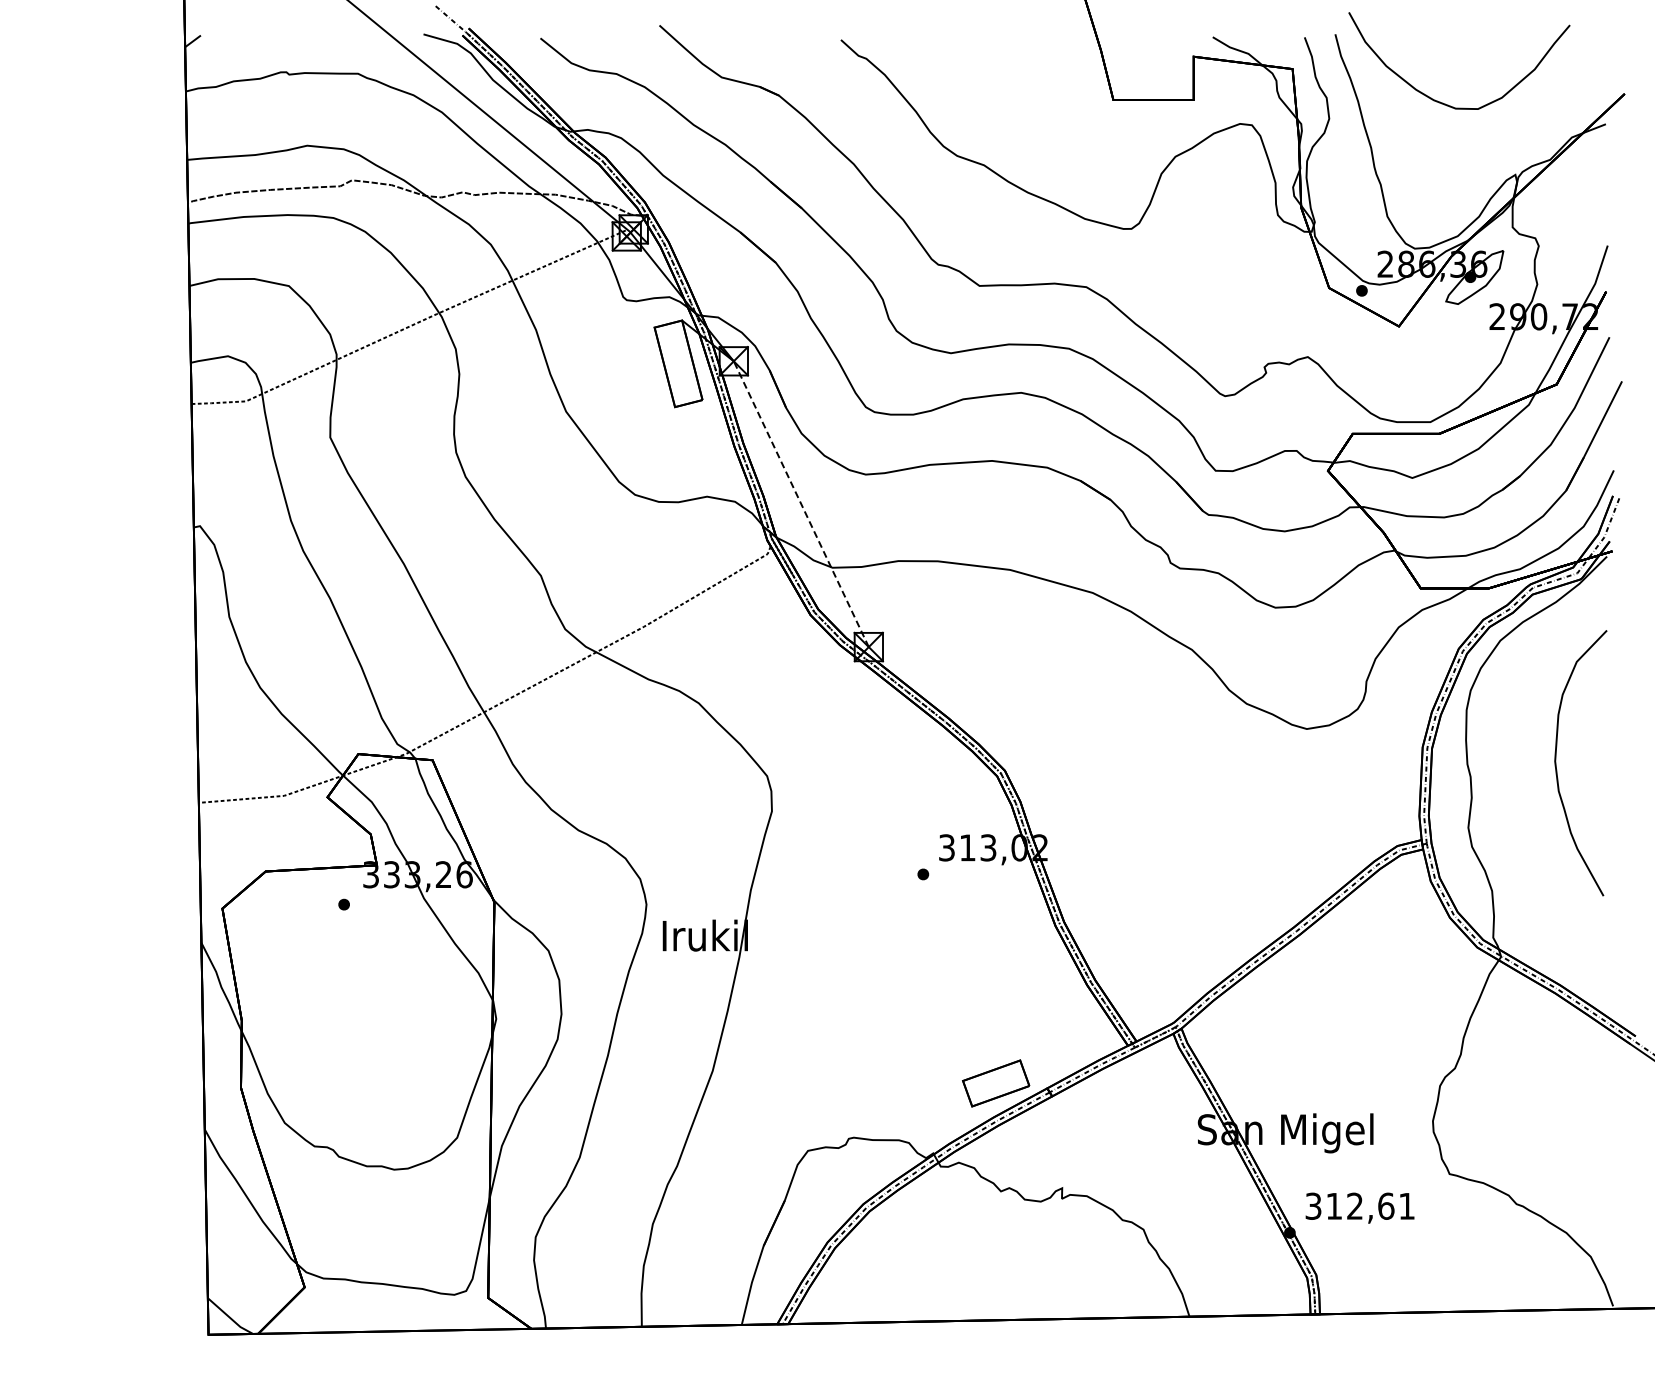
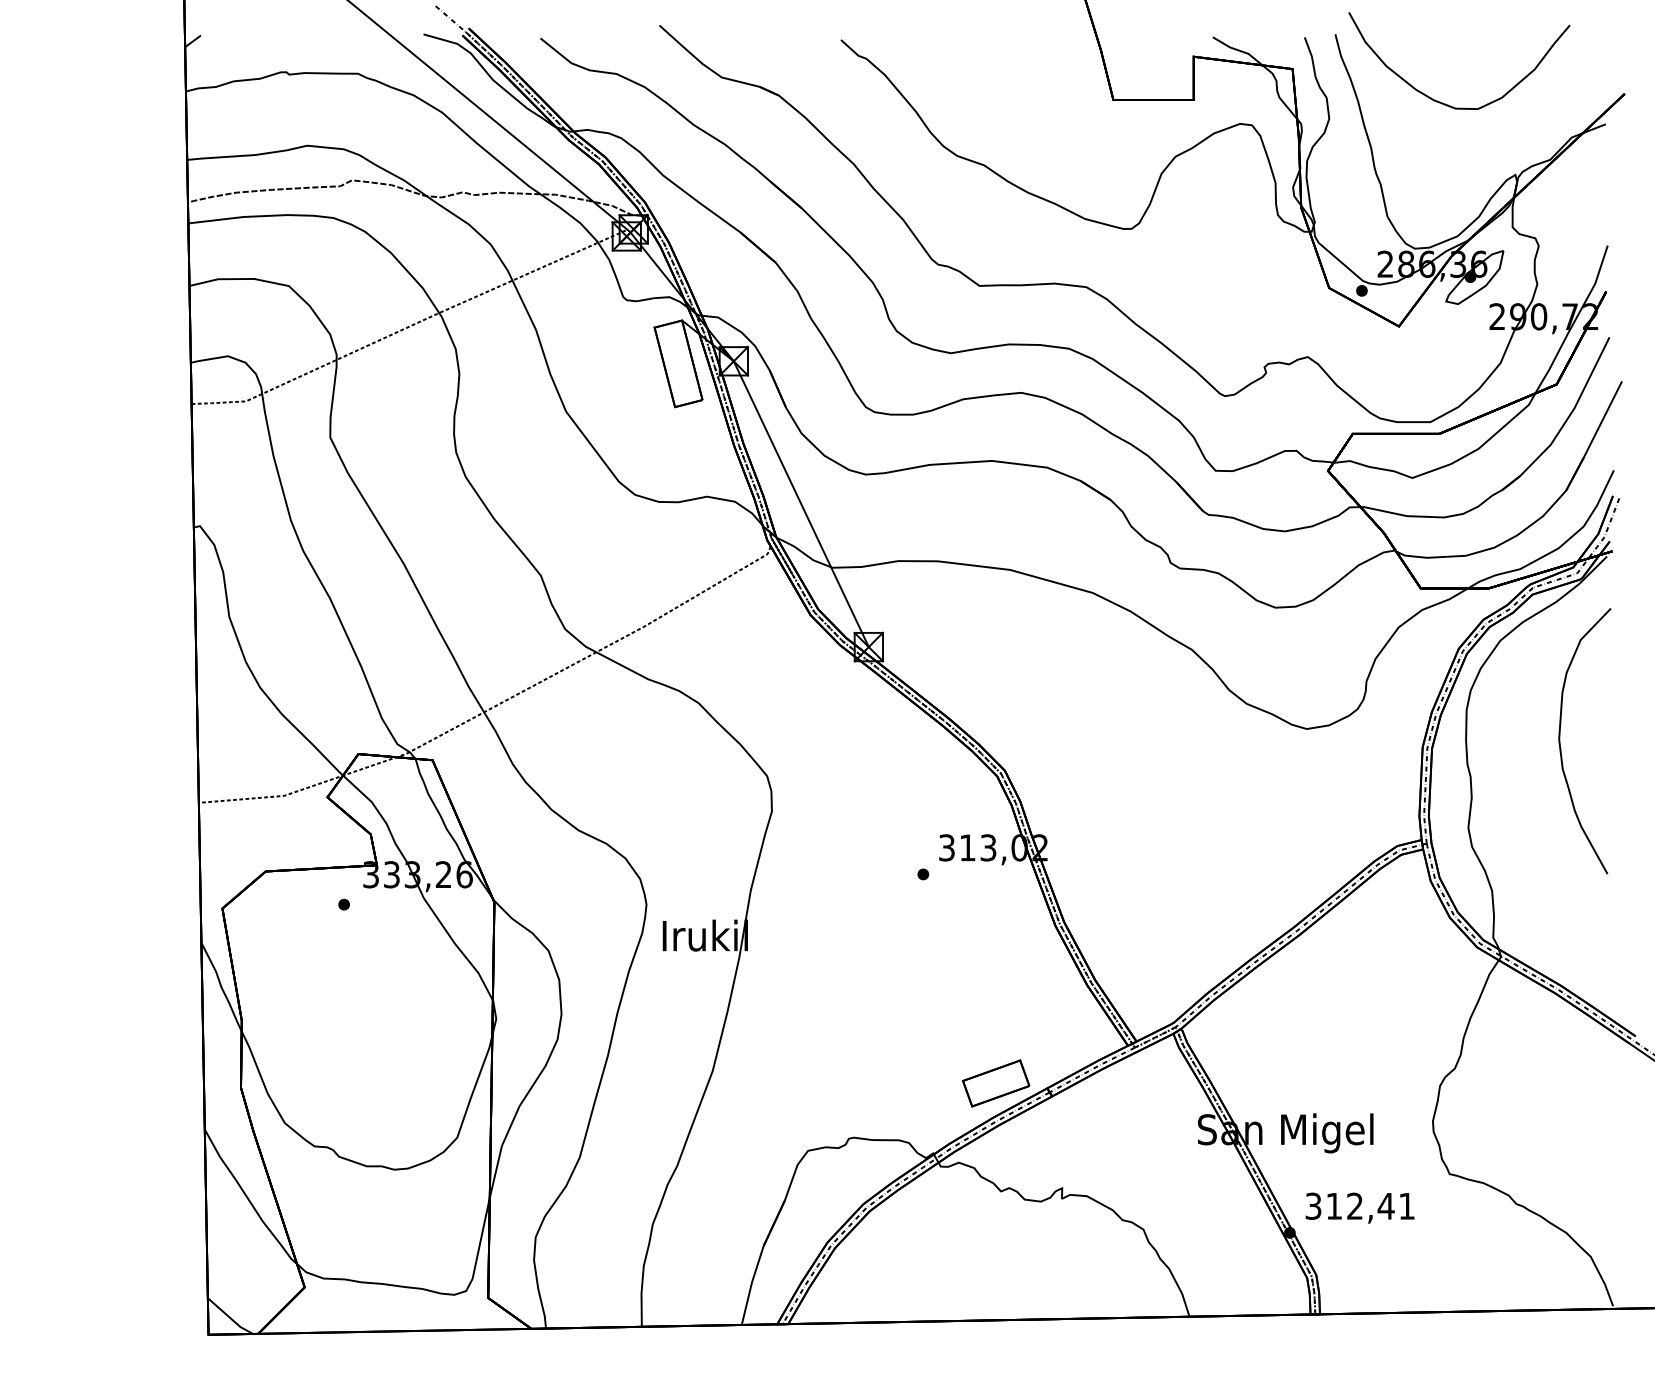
line at (801, 503): dashed -> solid
curve at (1557, 769) position: (1557, 769) -> (1561, 747)
text at (1385, 1205): 312,61 -> 312,41
